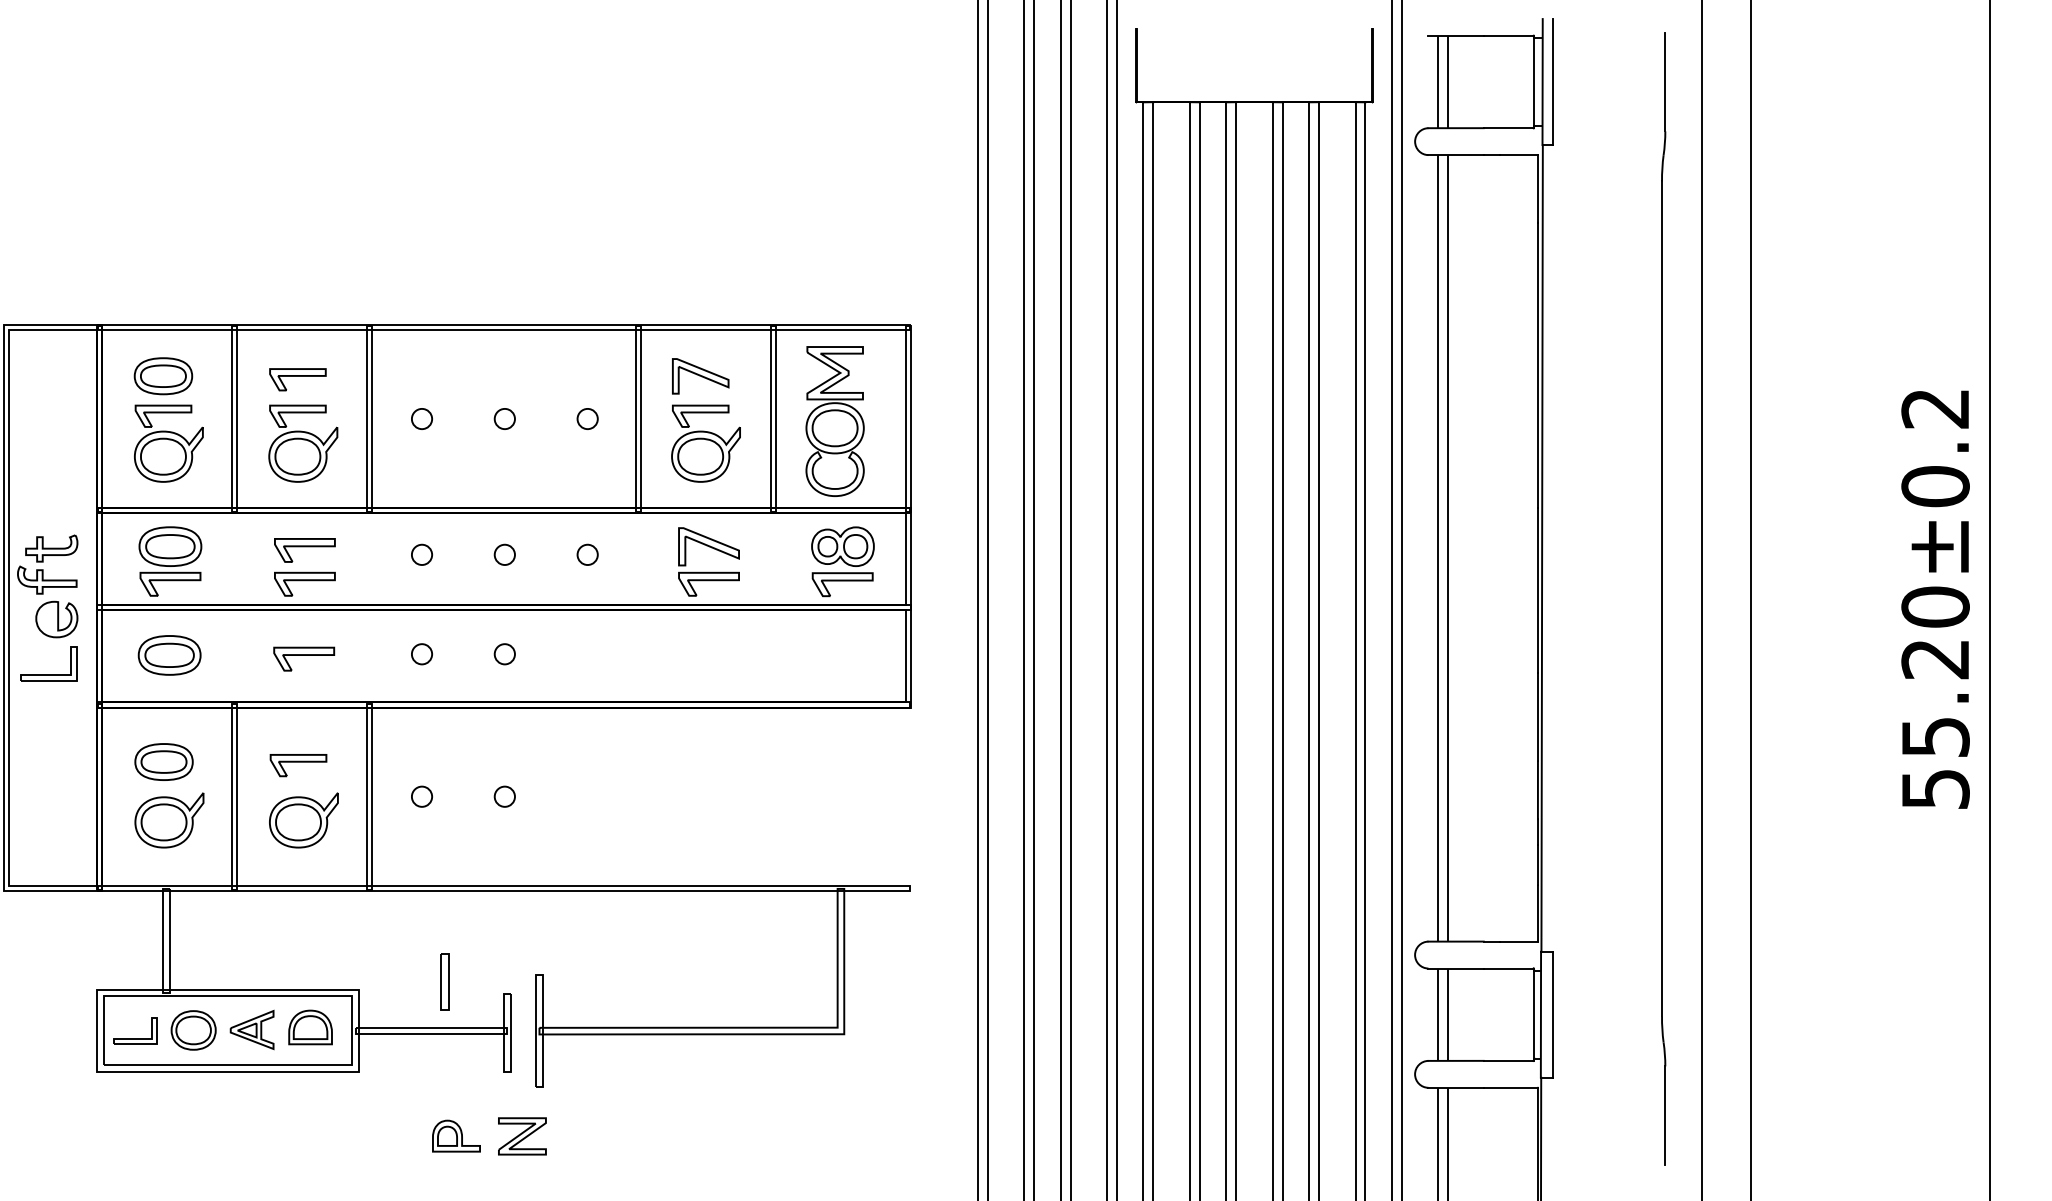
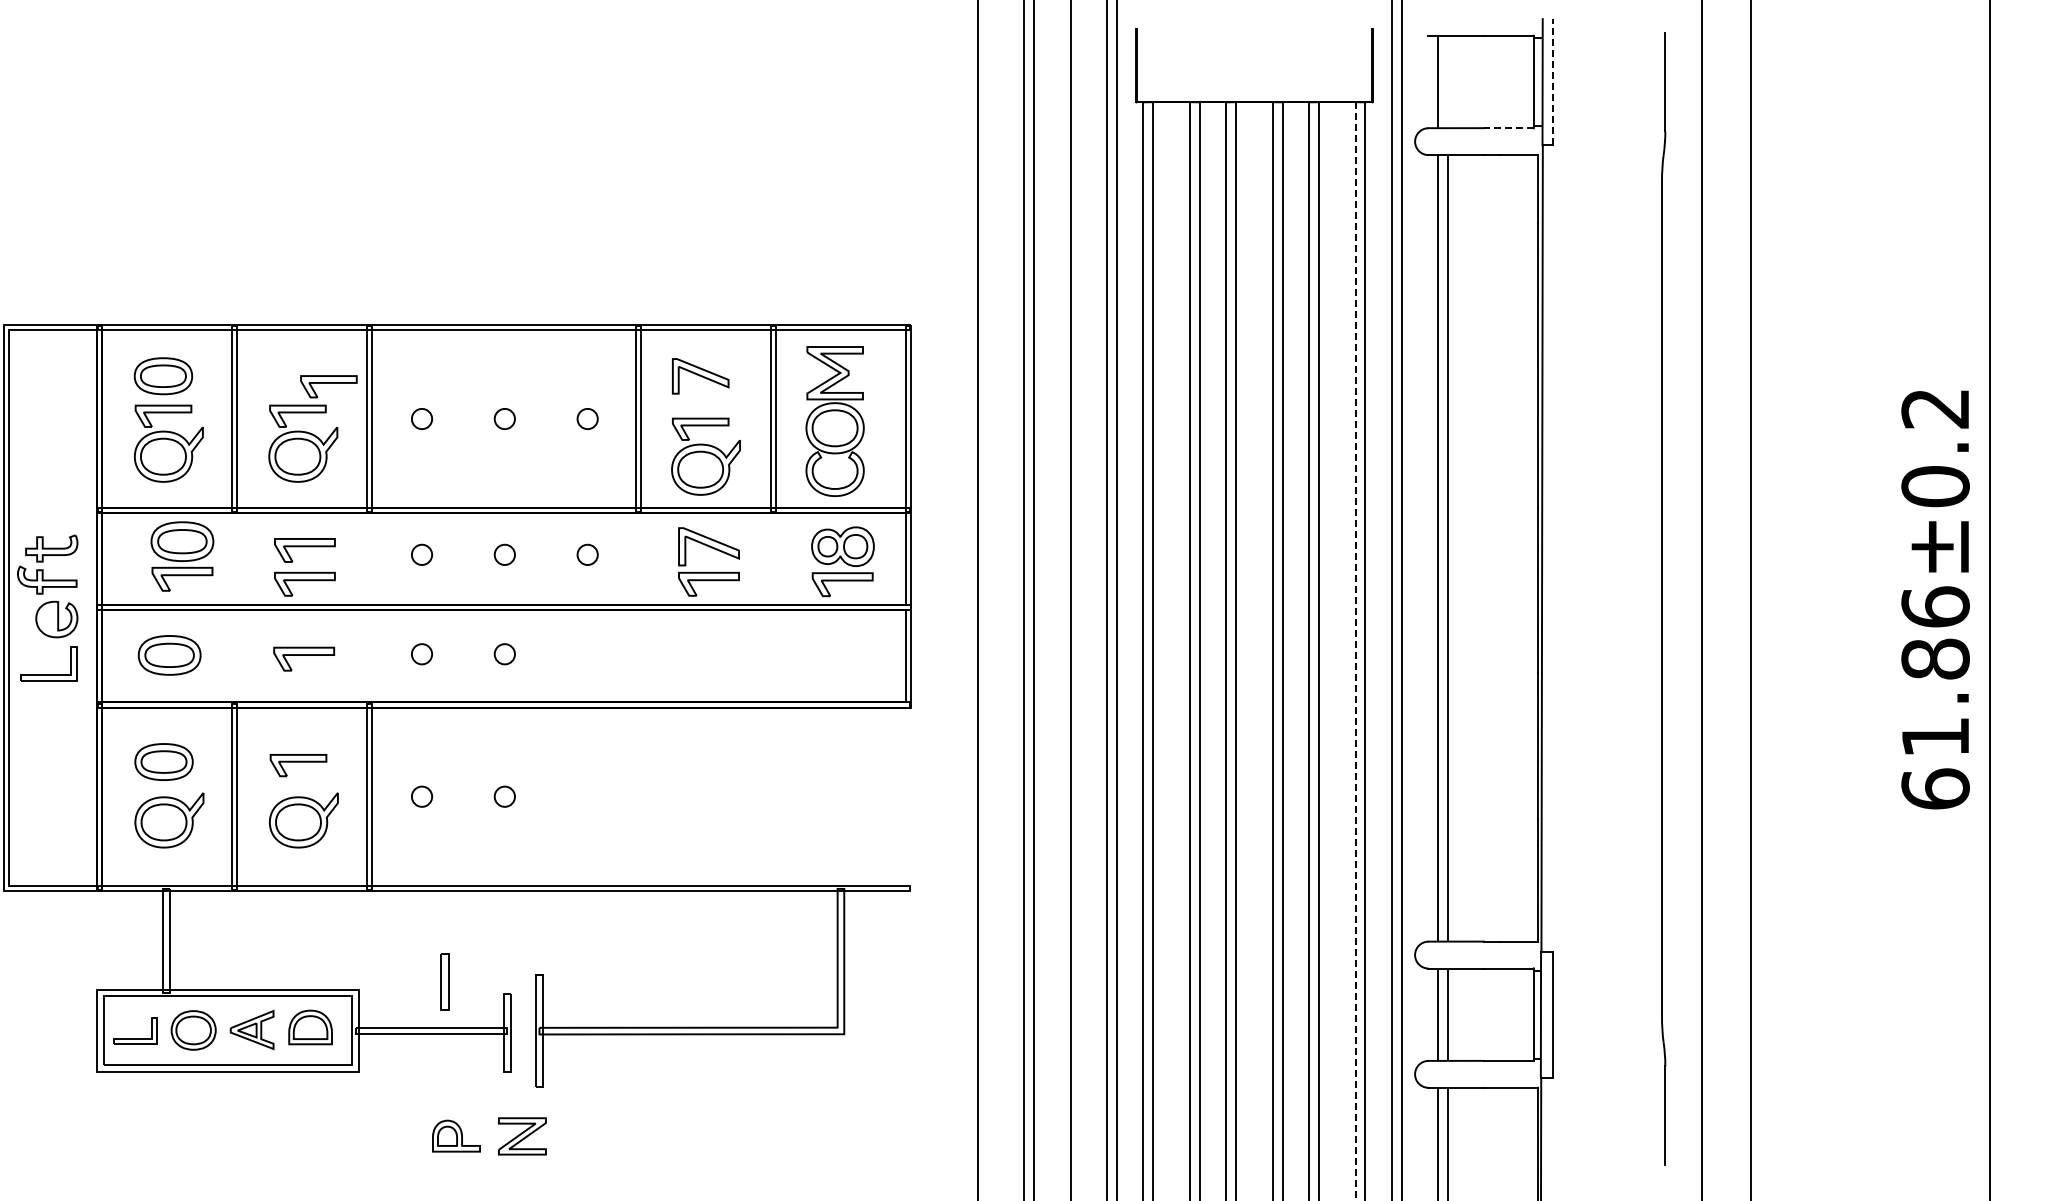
line at (1448, 81): present -> none
line at (1552, 82): solid -> dashed
line at (1508, 128): solid -> dashed
part at (297, 379) position: (297, 379) -> (328, 386)
part at (705, 443) position: (705, 443) -> (705, 456)
part at (170, 561) position: (170, 561) -> (182, 556)
line at (987, 599): present -> none
line at (1060, 599): present -> none
line at (1355, 651): solid -> dashed
text at (1935, 697): 55.20±0.2 -> 61.86±0.2
